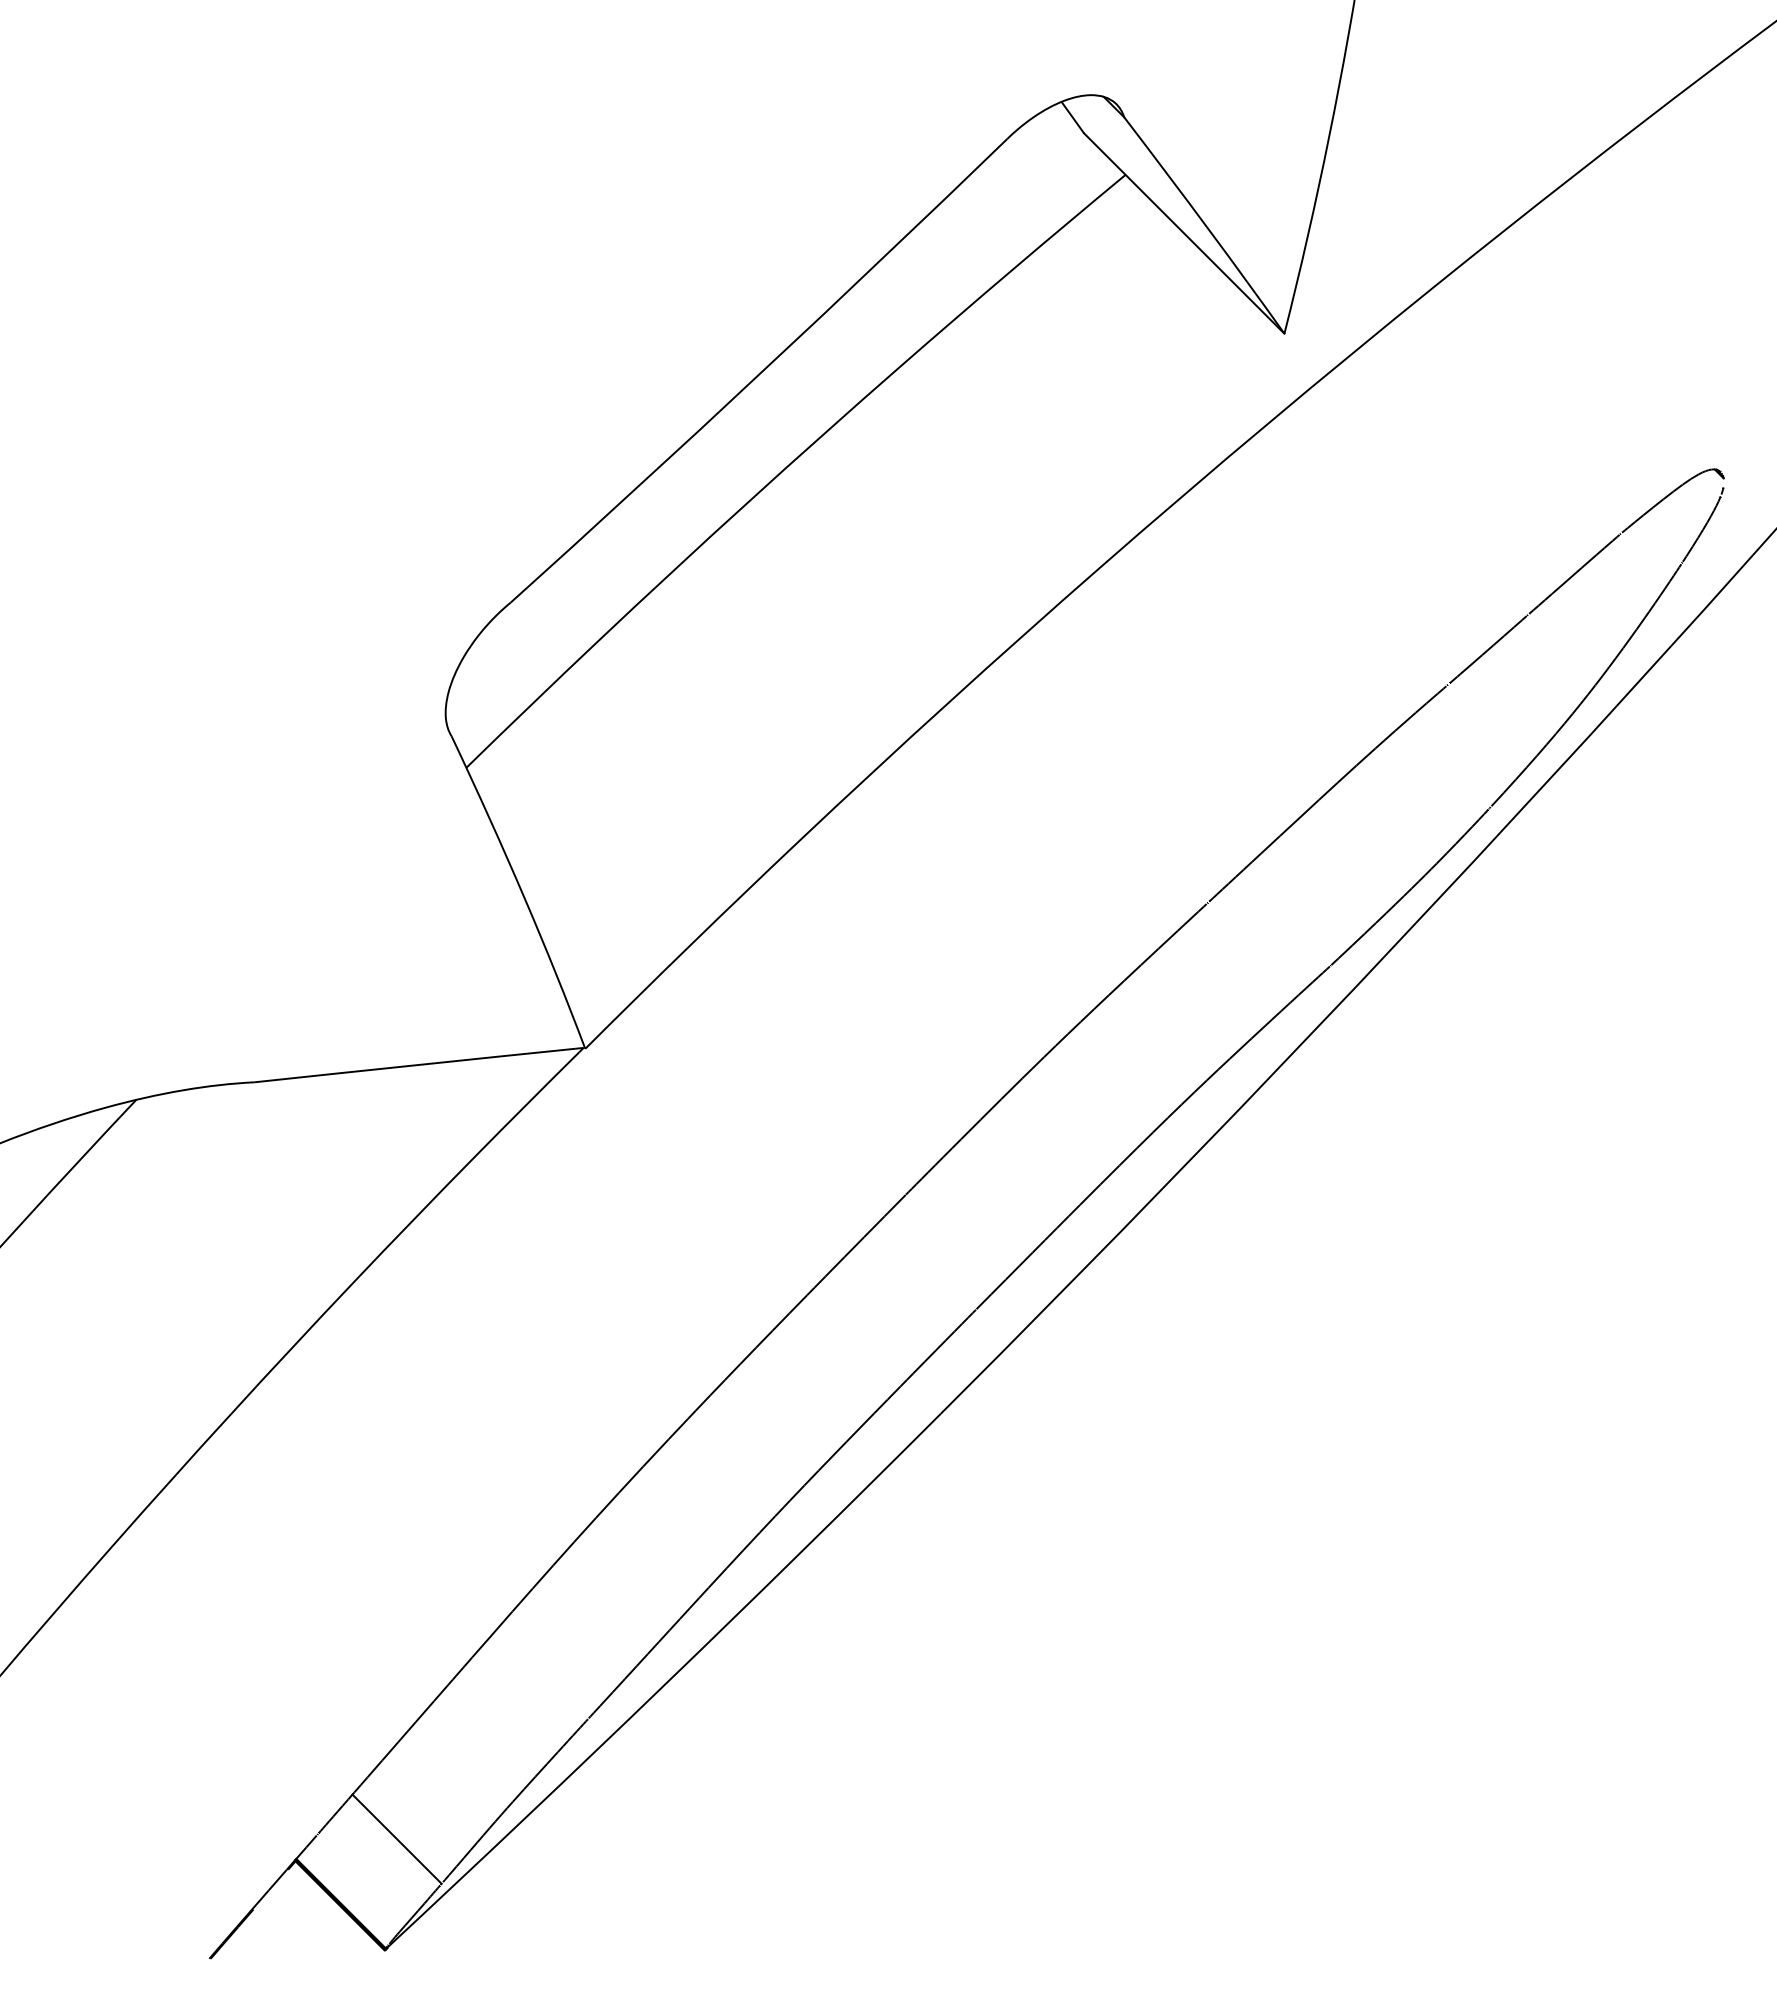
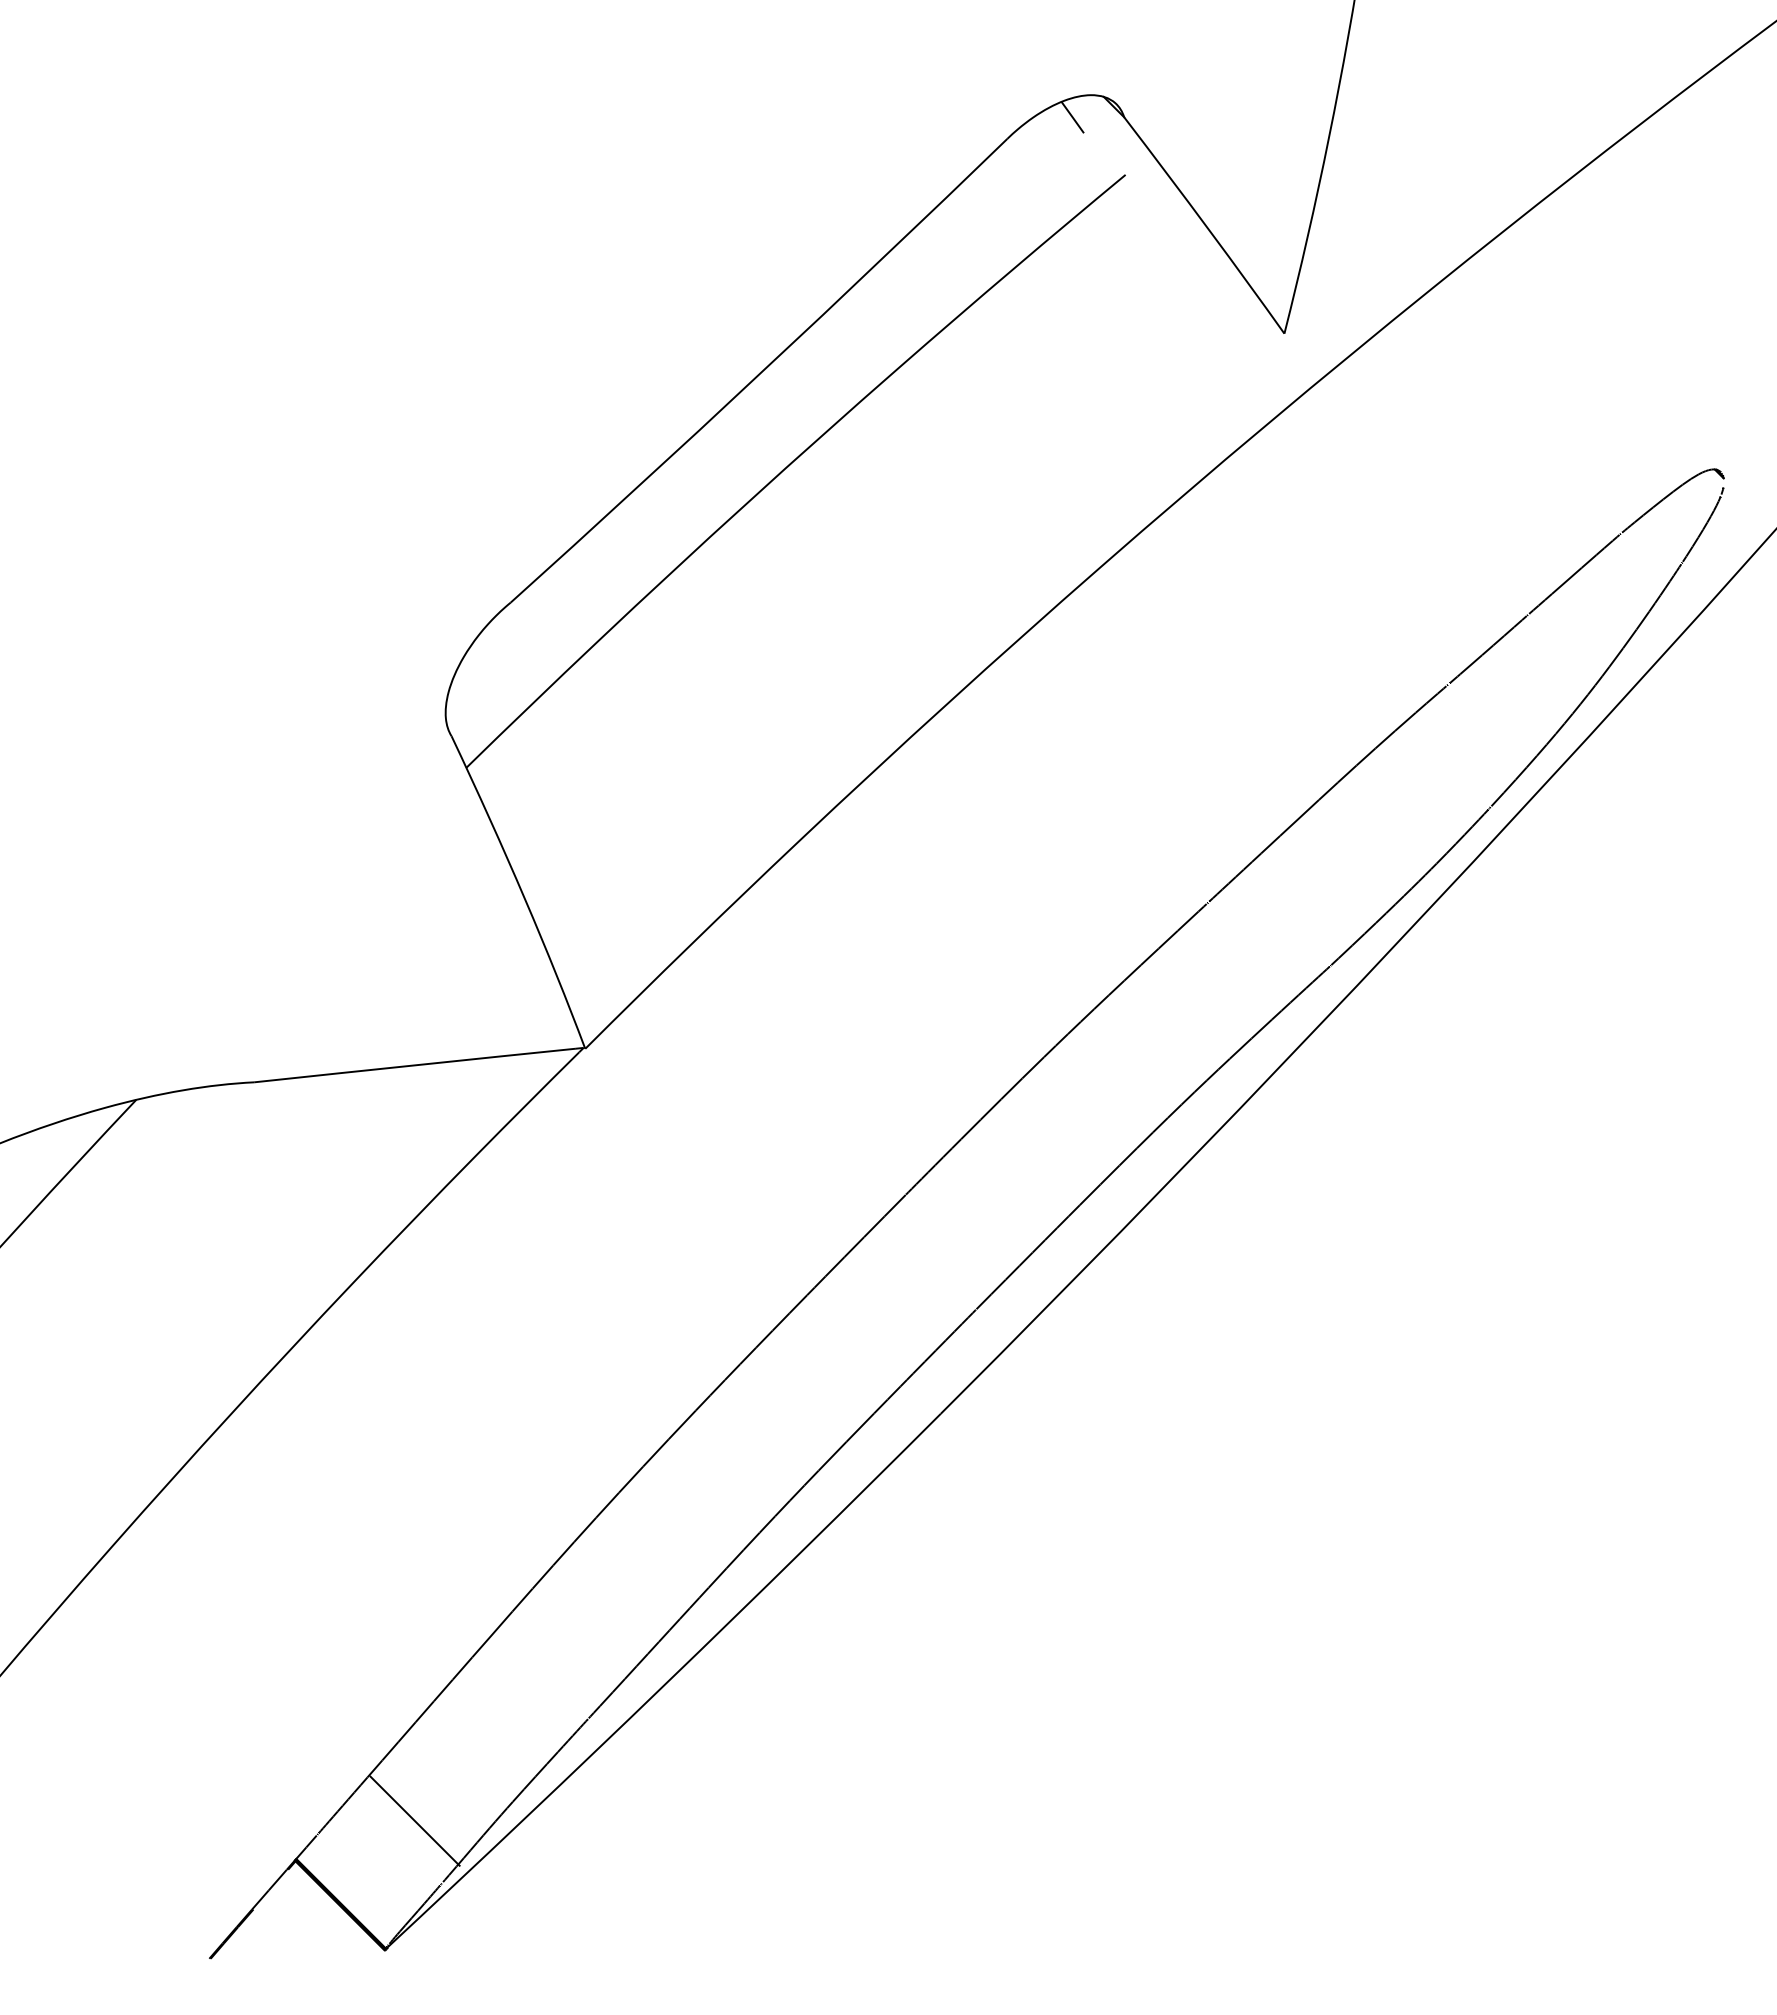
line at (1183, 233): present -> none
line at (396, 1838) position: (396, 1838) -> (414, 1820)
